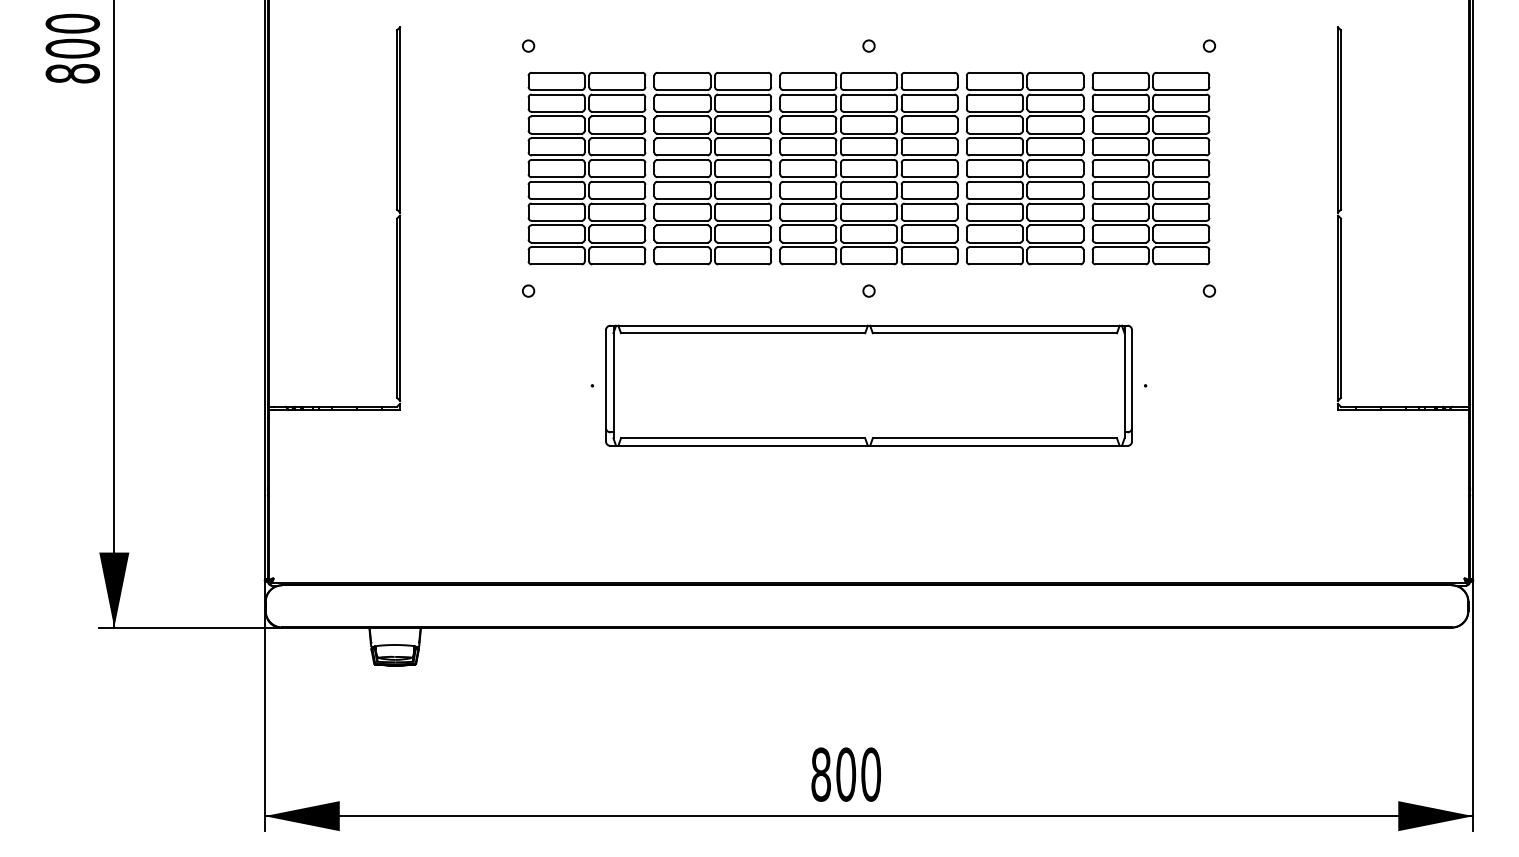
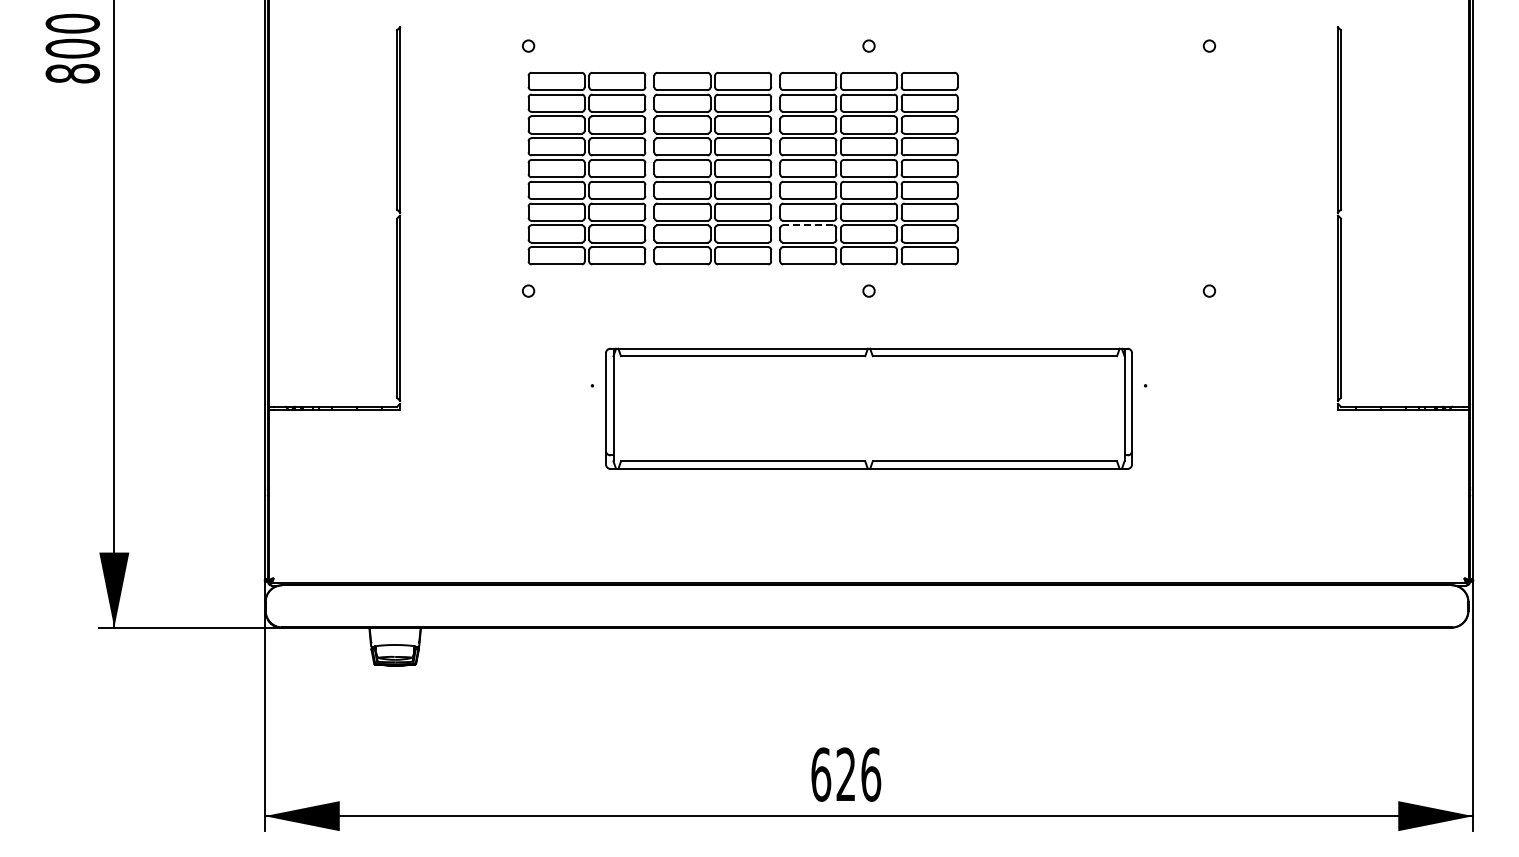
part at (1088, 168): present -> none
line at (807, 225): solid -> dashed
part at (868, 385) position: (868, 385) -> (868, 408)
text at (846, 774): 800 -> 626
